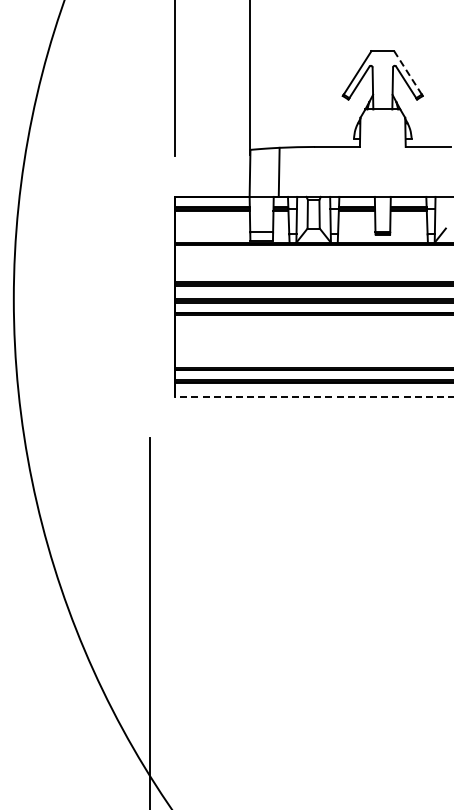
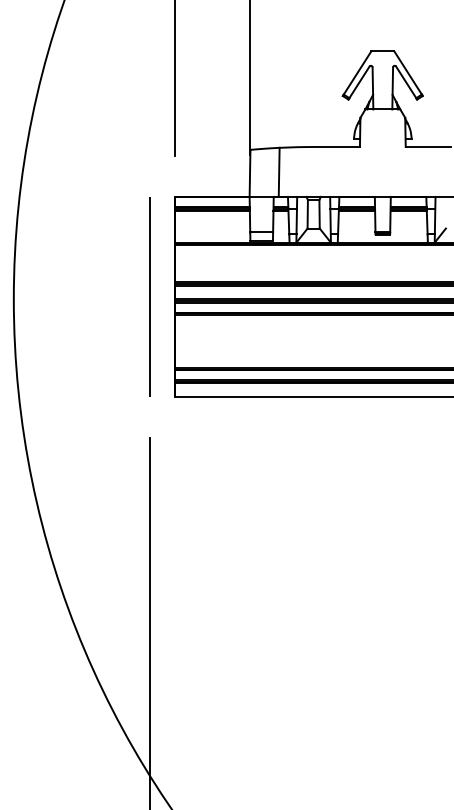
line at (408, 72): dashed -> solid
line at (149, 296): none -> present
line at (313, 396): dashed -> solid
